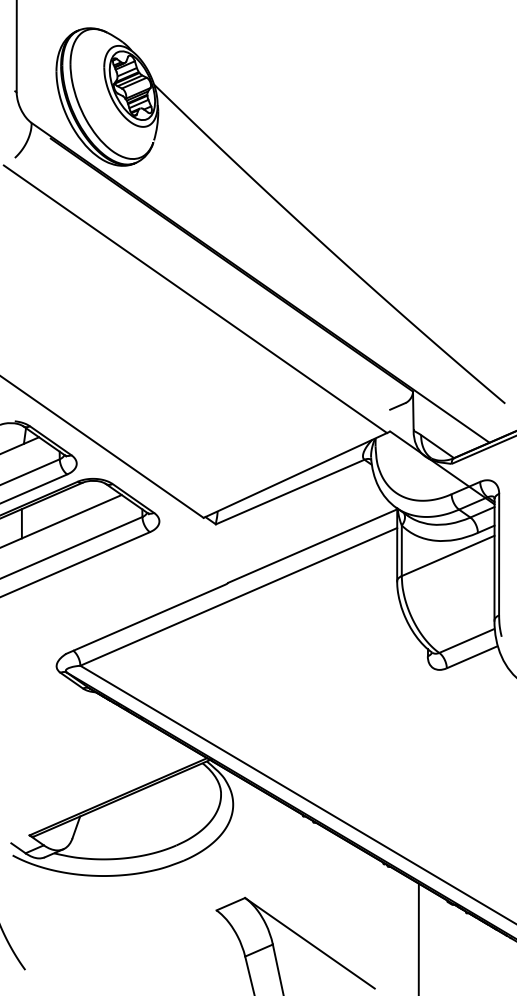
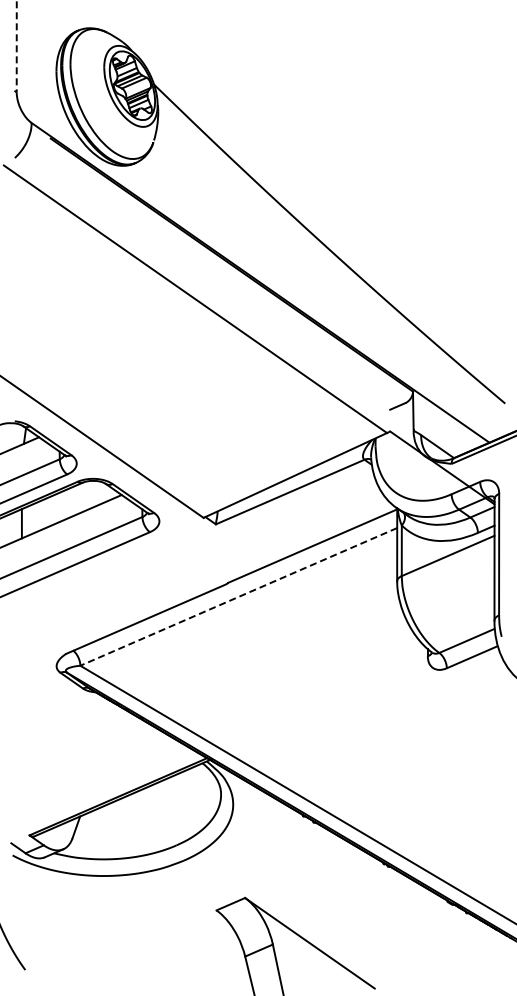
line at (16, 46): solid -> dashed
line at (238, 596): solid -> dashed
line at (418, 937): present -> none
